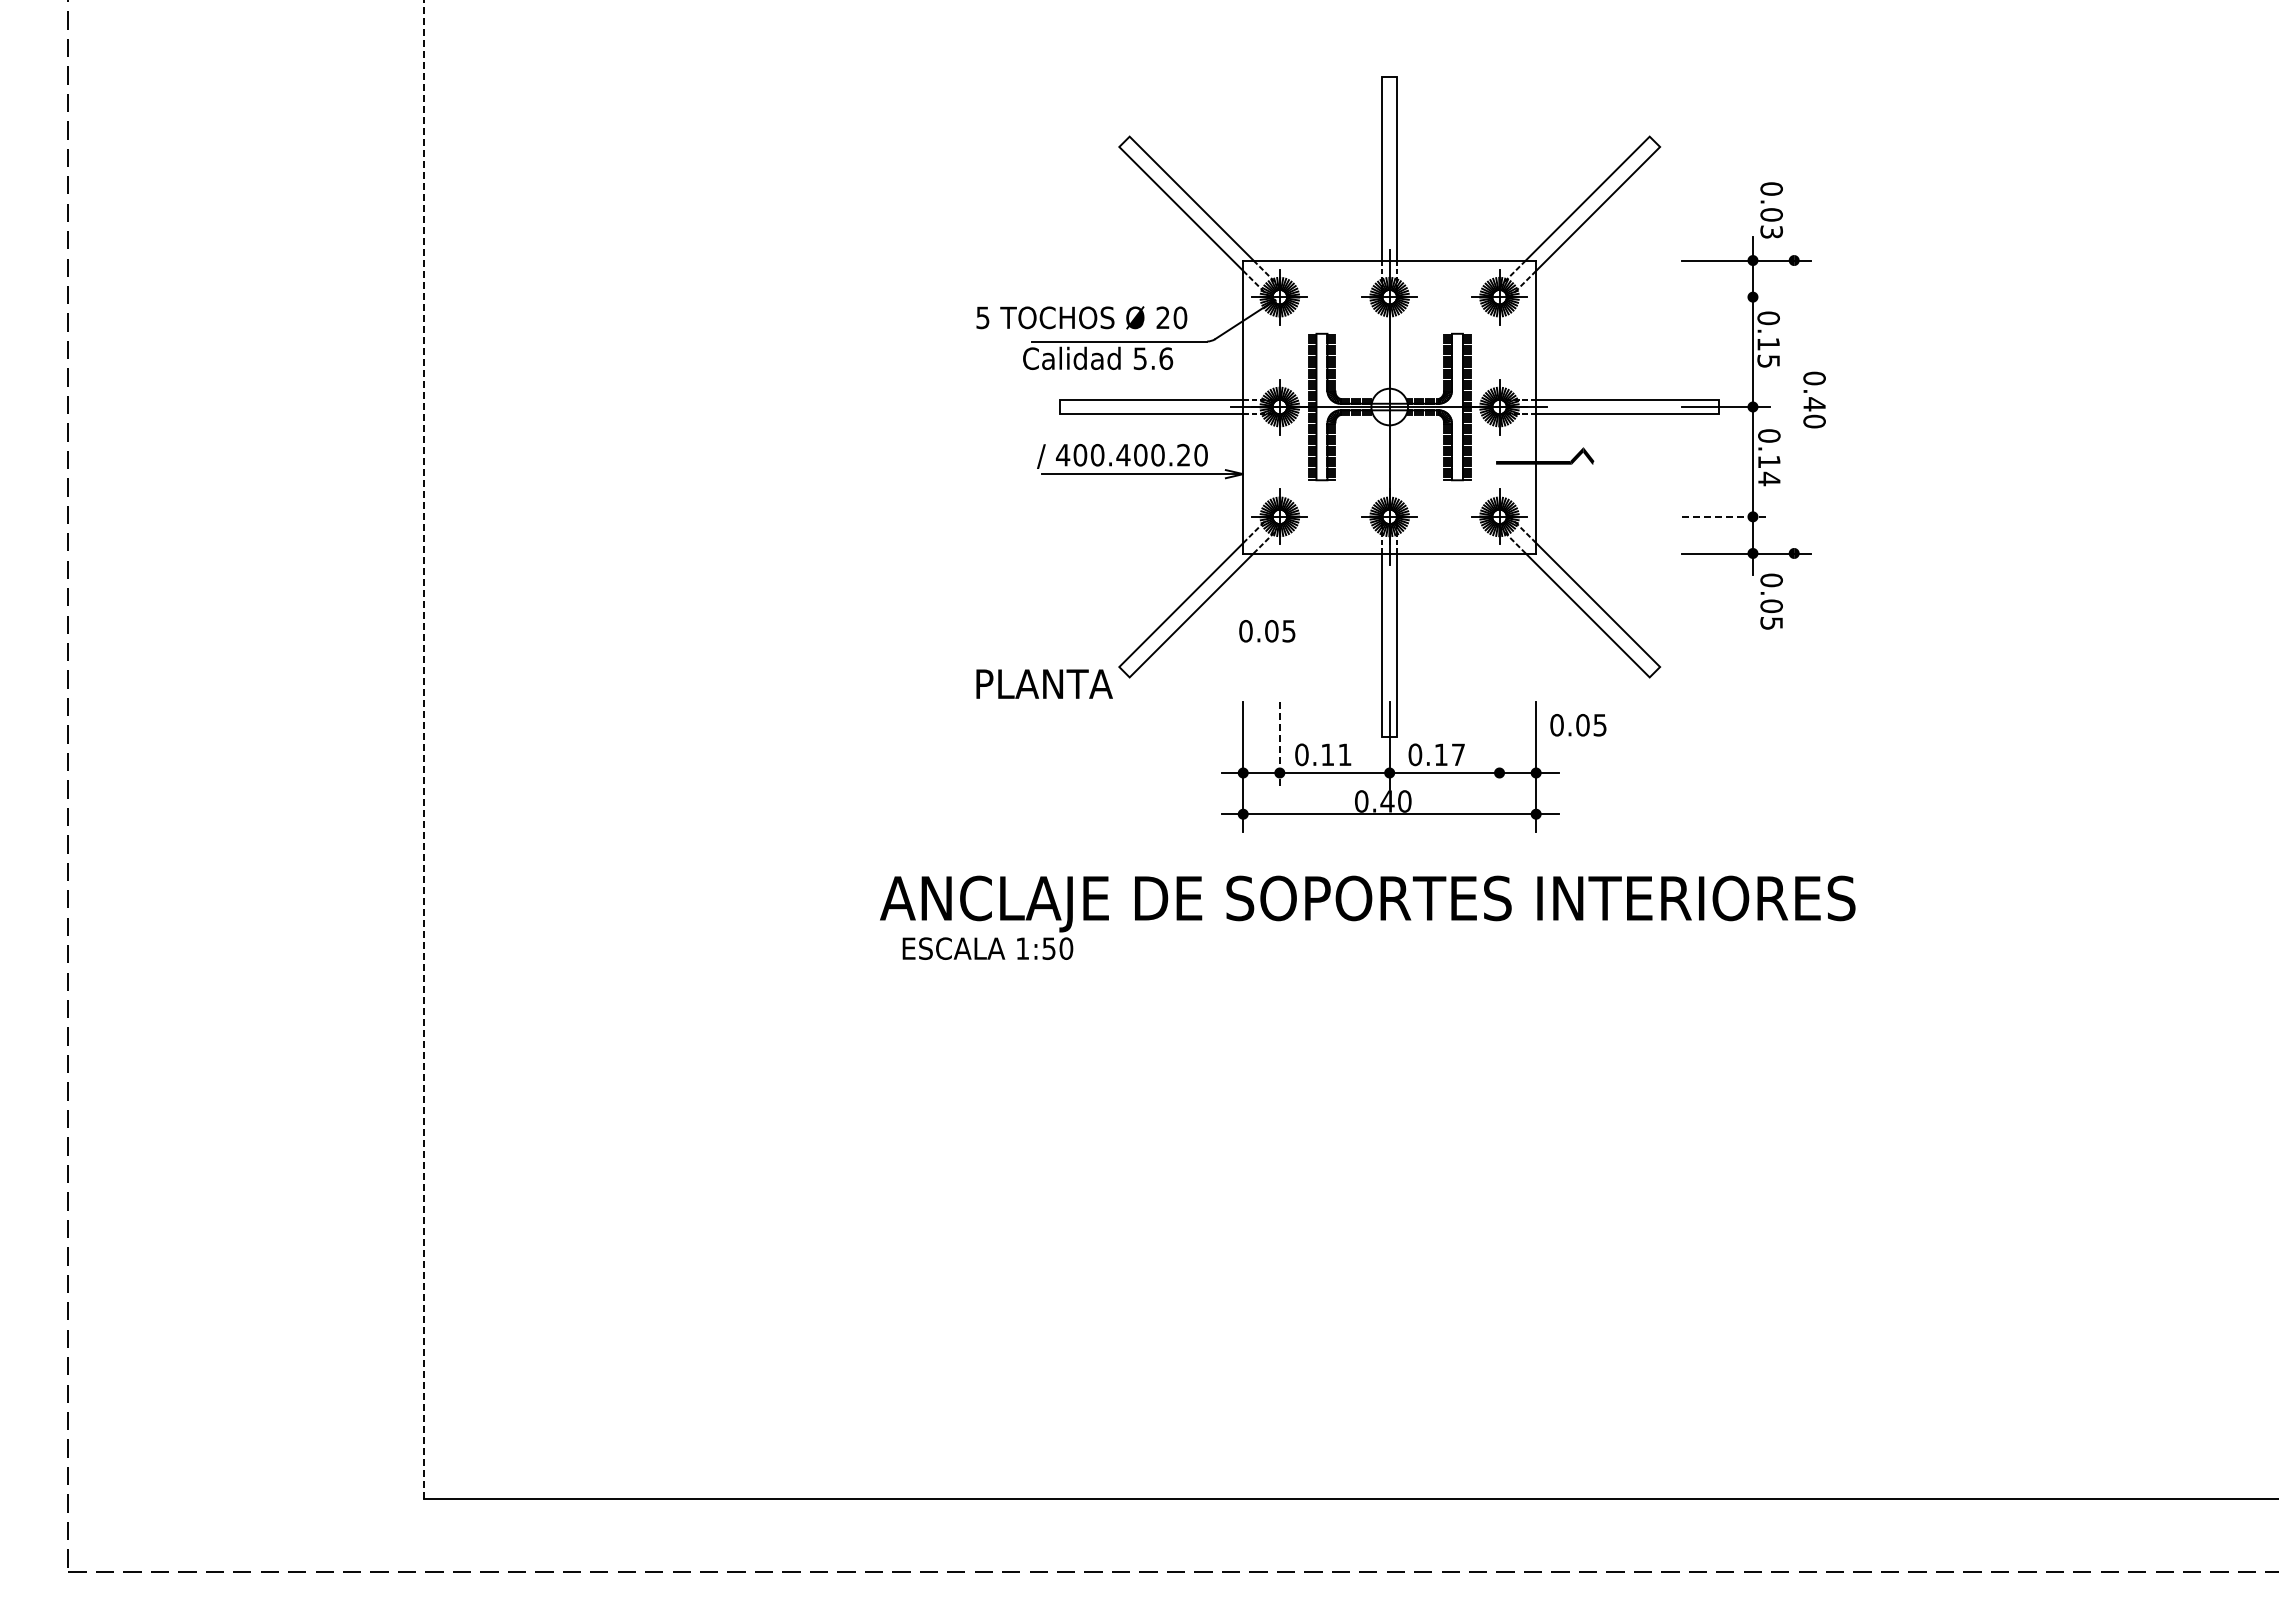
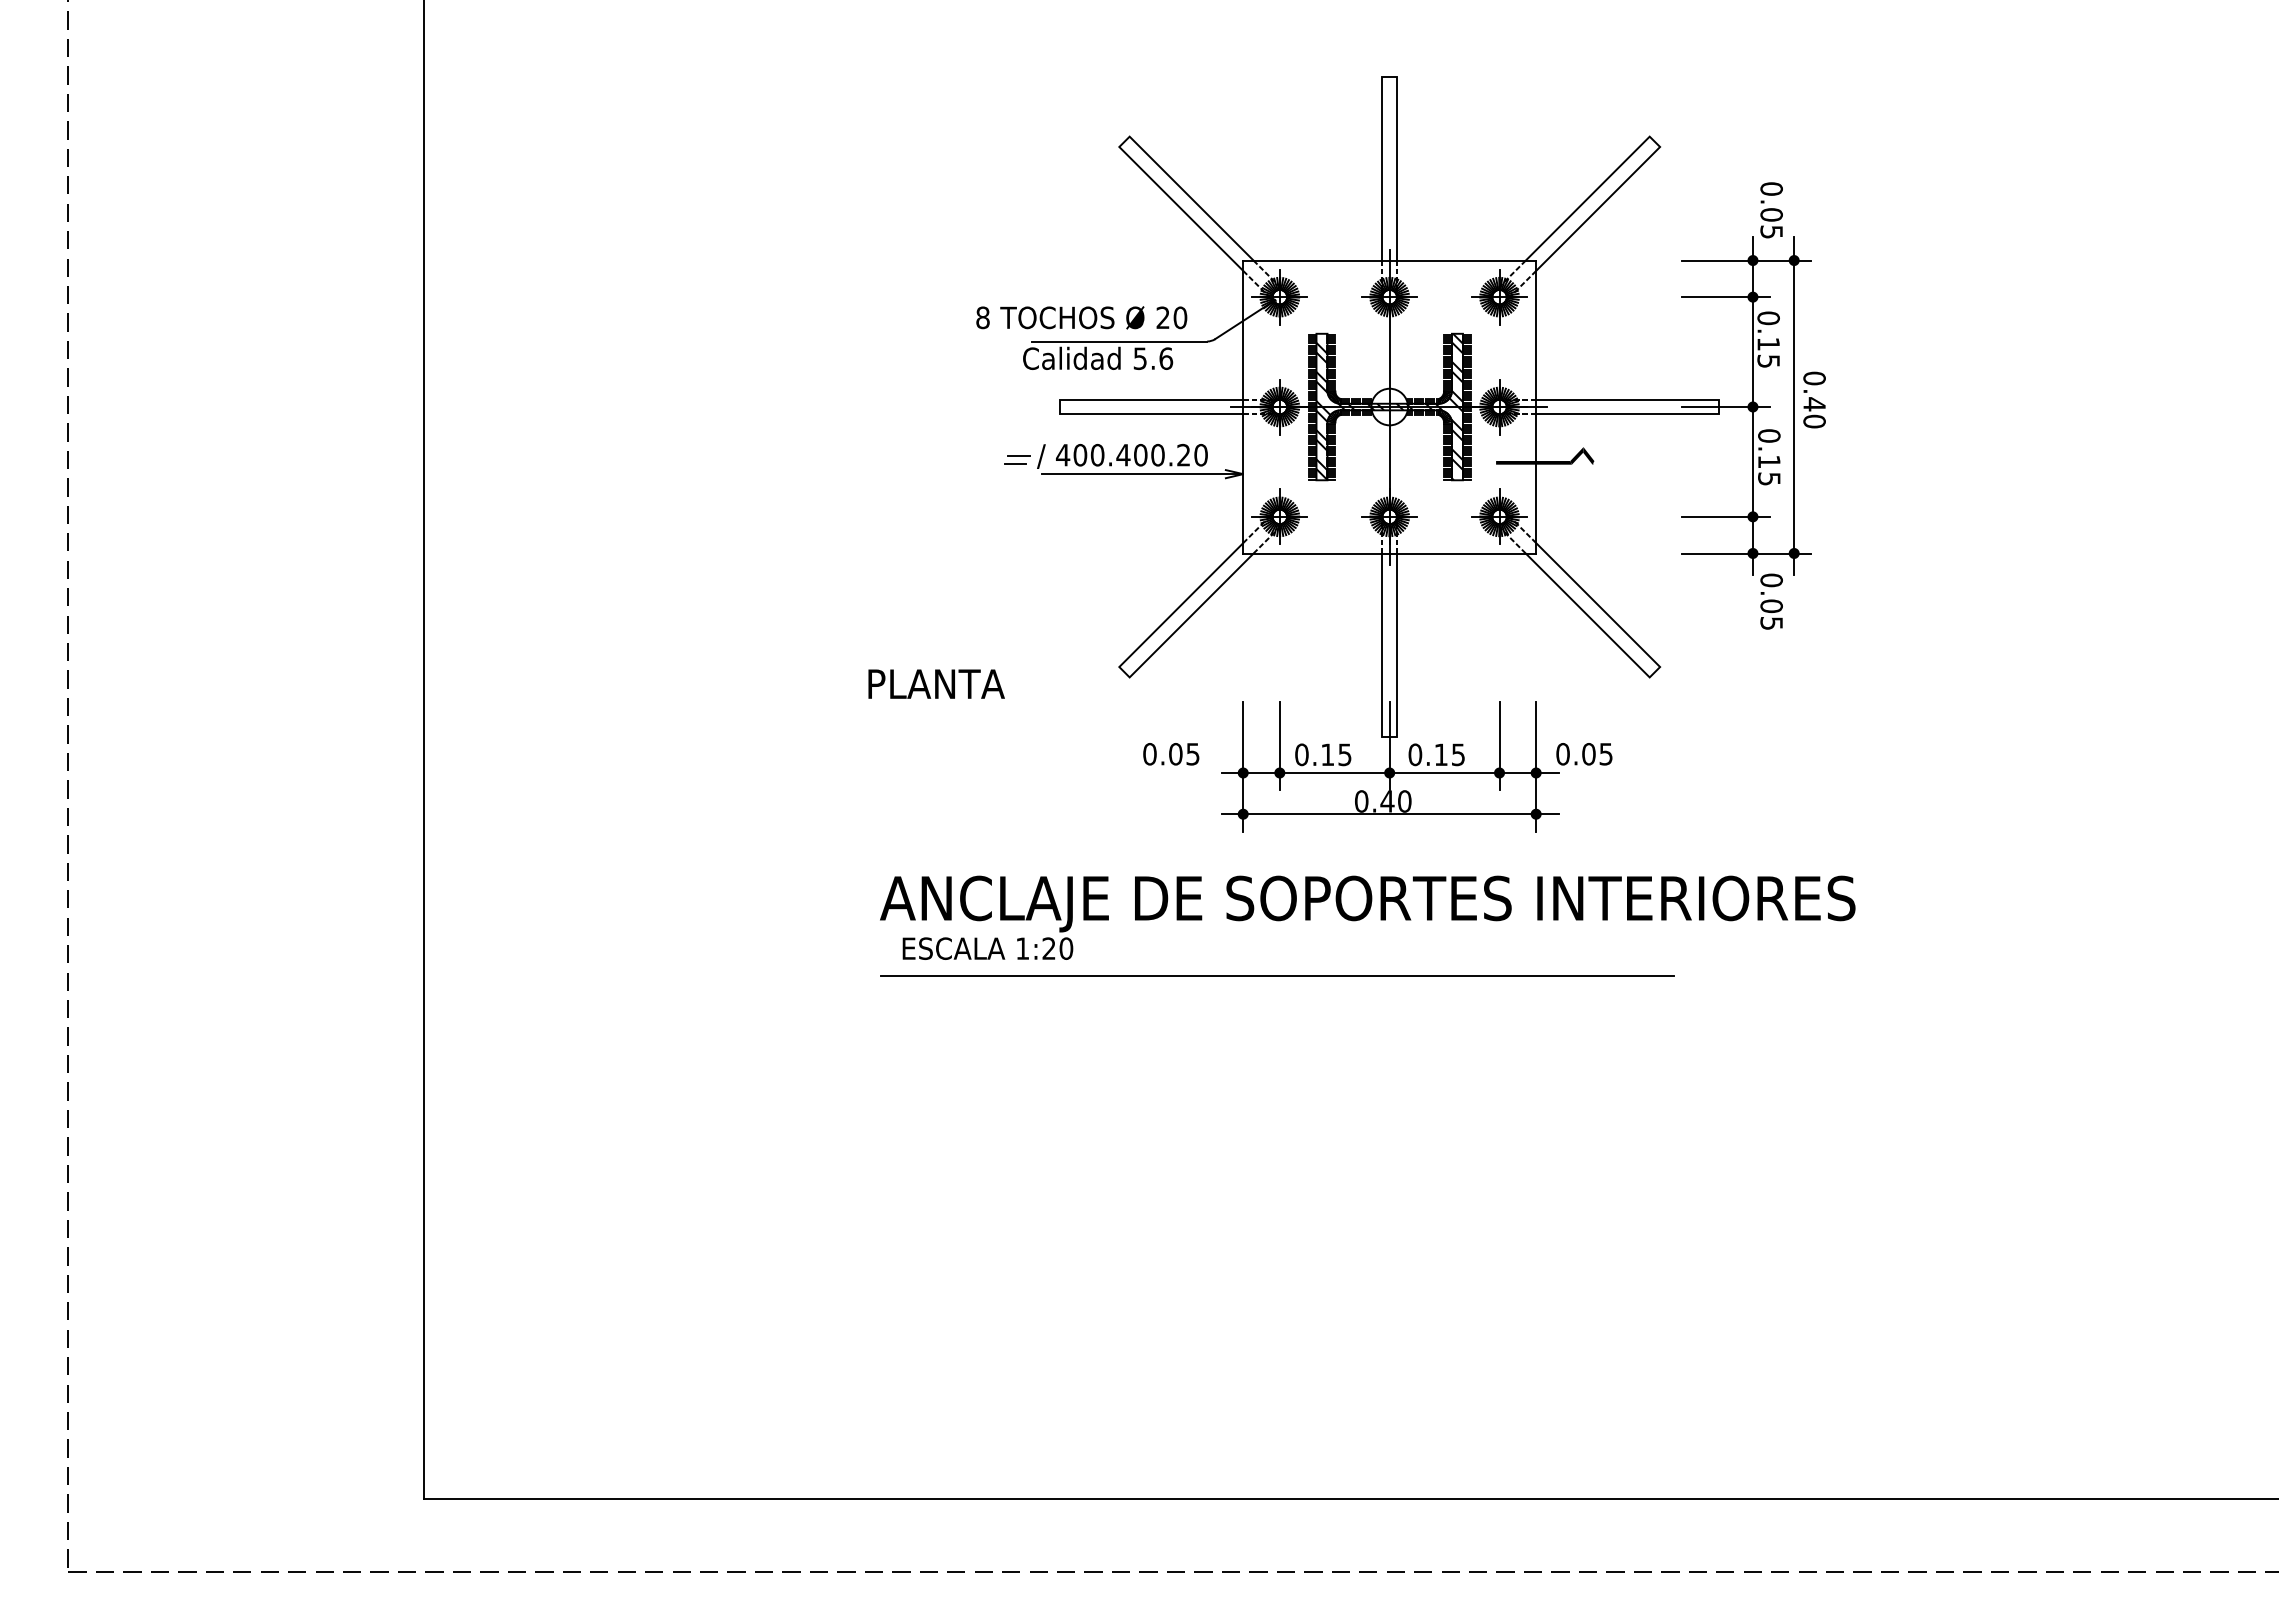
text at (1771, 232): 0.03 -> 0.05
line at (1726, 297): none -> present
text at (982, 317): 5 -> 8
line at (1794, 405): none -> present
hatch at (1389, 406): none -> present
part at (1017, 459): none -> present
text at (1769, 478): 0.14 -> 0.15
line at (1726, 516): dashed -> solid
text at (1267, 631) position: (1267, 631) -> (1171, 754)
text at (1044, 683) position: (1044, 683) -> (936, 683)
text at (1578, 725) position: (1578, 725) -> (1584, 754)
line at (1279, 746): dashed -> solid
line at (1499, 746): none -> present
line at (423, 749): dashed -> solid
text at (1344, 754): 0.11 -> 0.15
text at (1458, 754): 0.17 -> 0.15
text at (1048, 948): 1:50 -> 1:20
line at (1277, 975): none -> present
